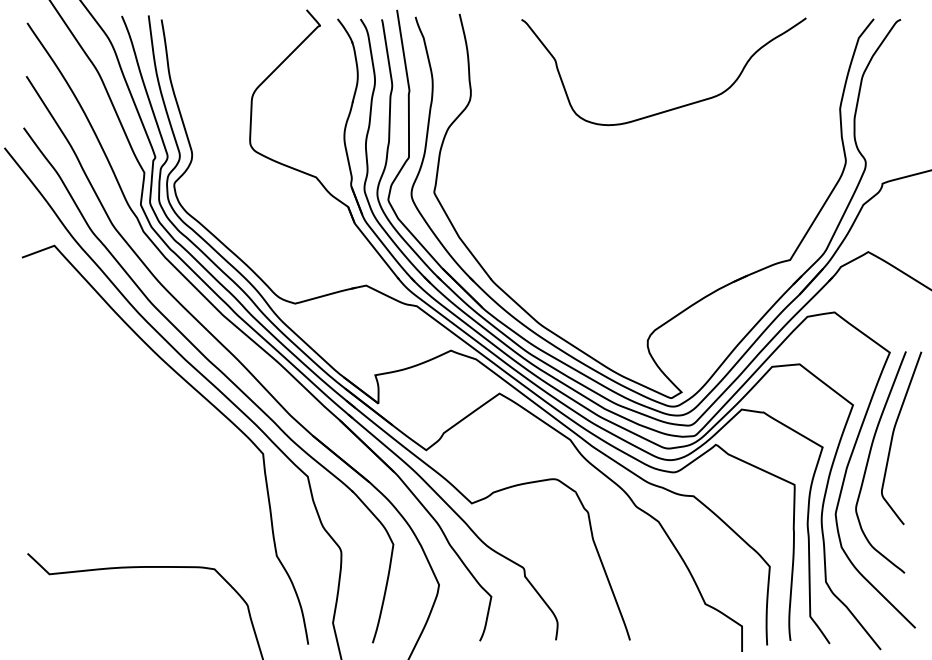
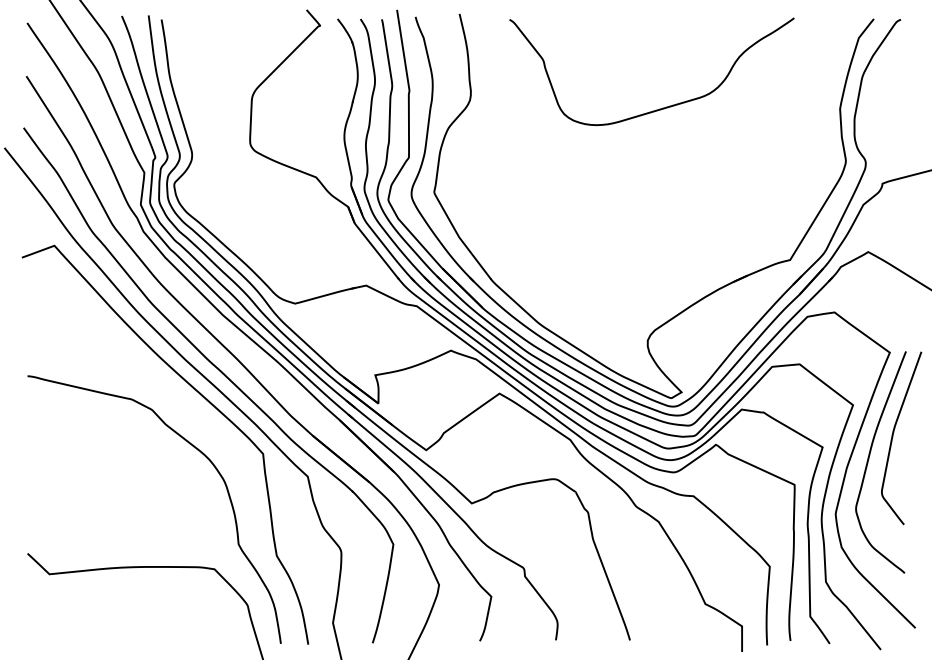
curve at (674, 107) position: (674, 107) -> (662, 107)
curve at (198, 451): none -> present
